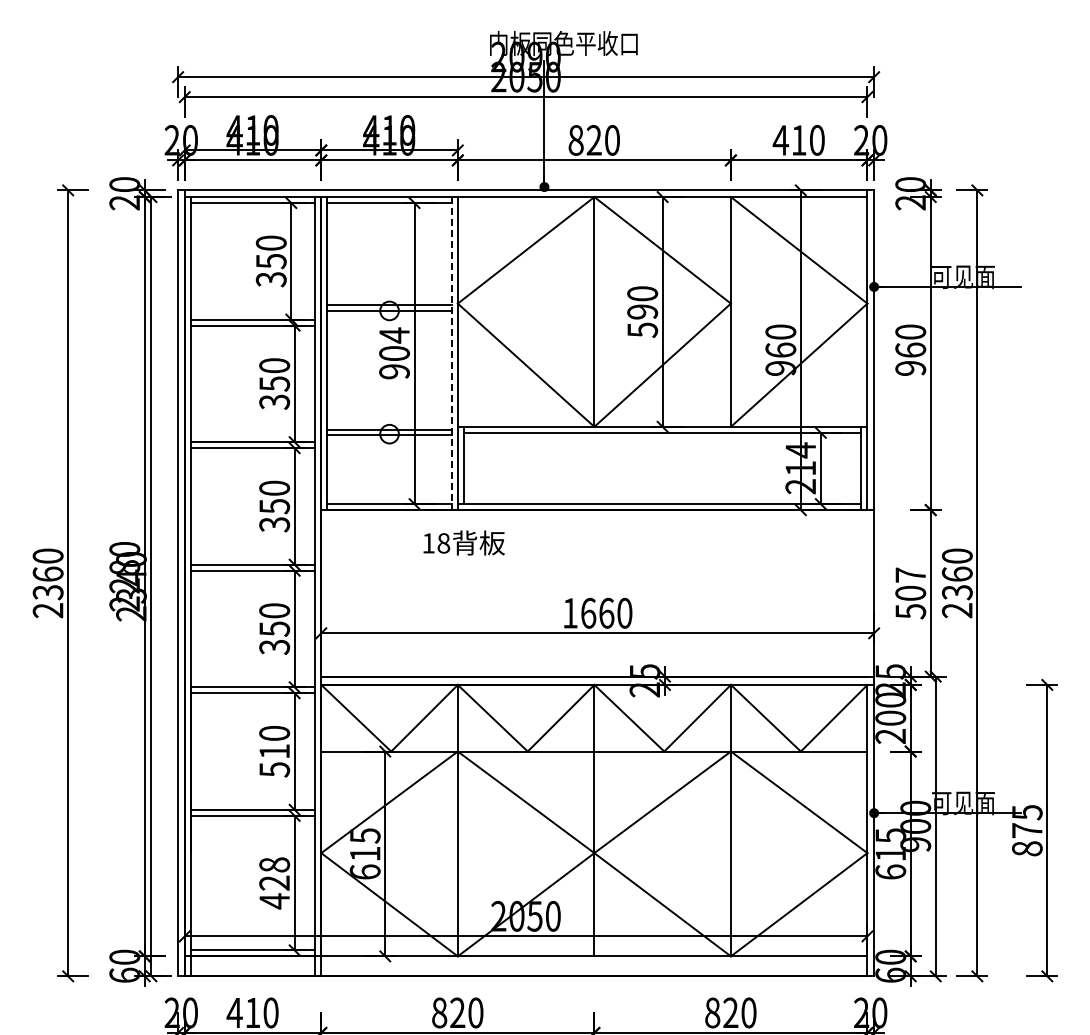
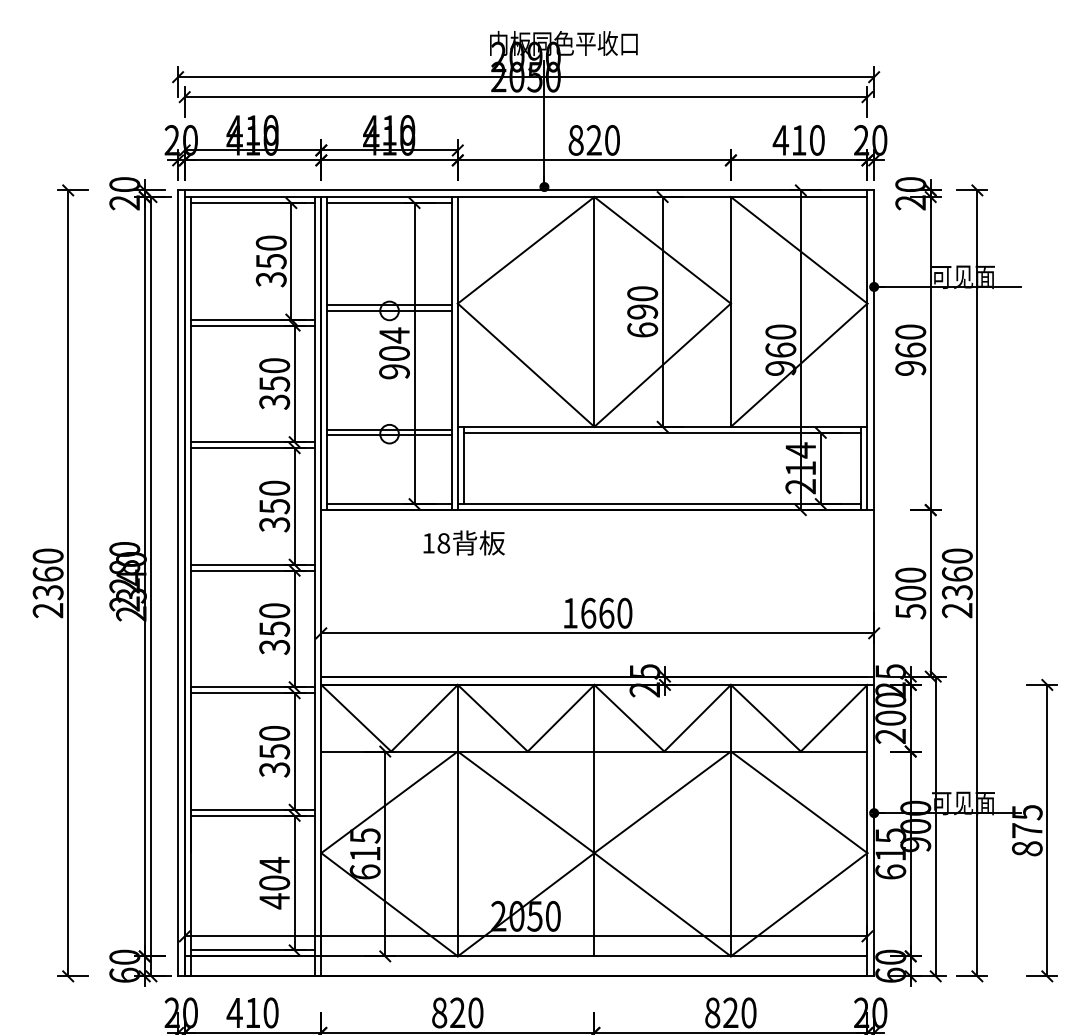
text at (642, 330): 590 -> 690
line at (451, 353): dashed -> solid
text at (910, 574): 507 -> 500
text at (274, 760): 510 -> 350
text at (274, 873): 428 -> 404
